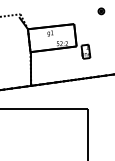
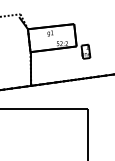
part at (101, 11): present -> none
